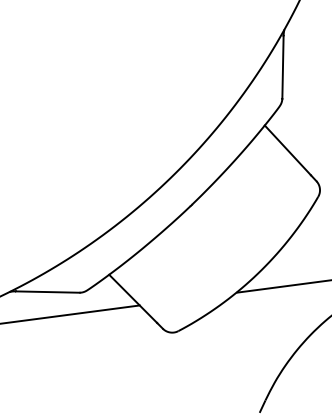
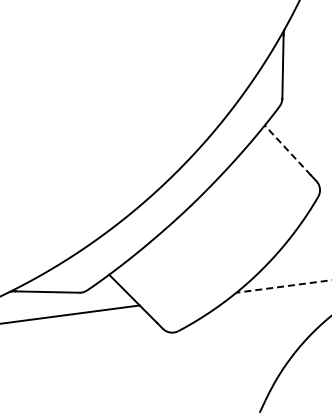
line at (287, 150): solid -> dashed
line at (283, 286): solid -> dashed
